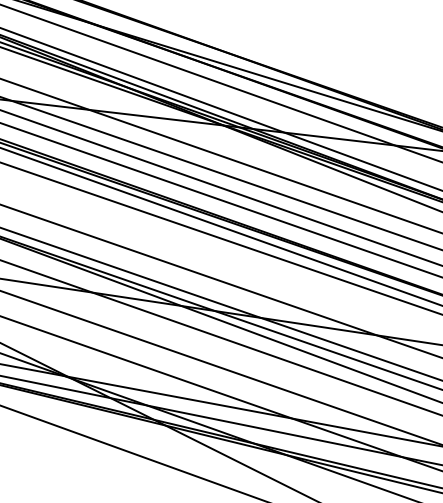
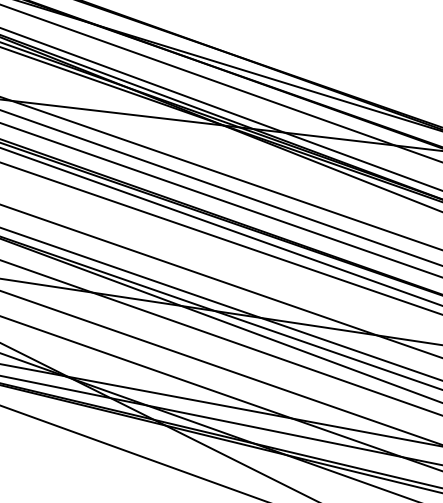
line at (220, 155): present -> none
